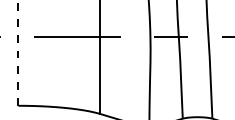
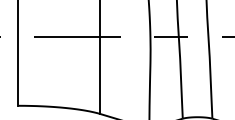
line at (18, 52): dashed -> solid
